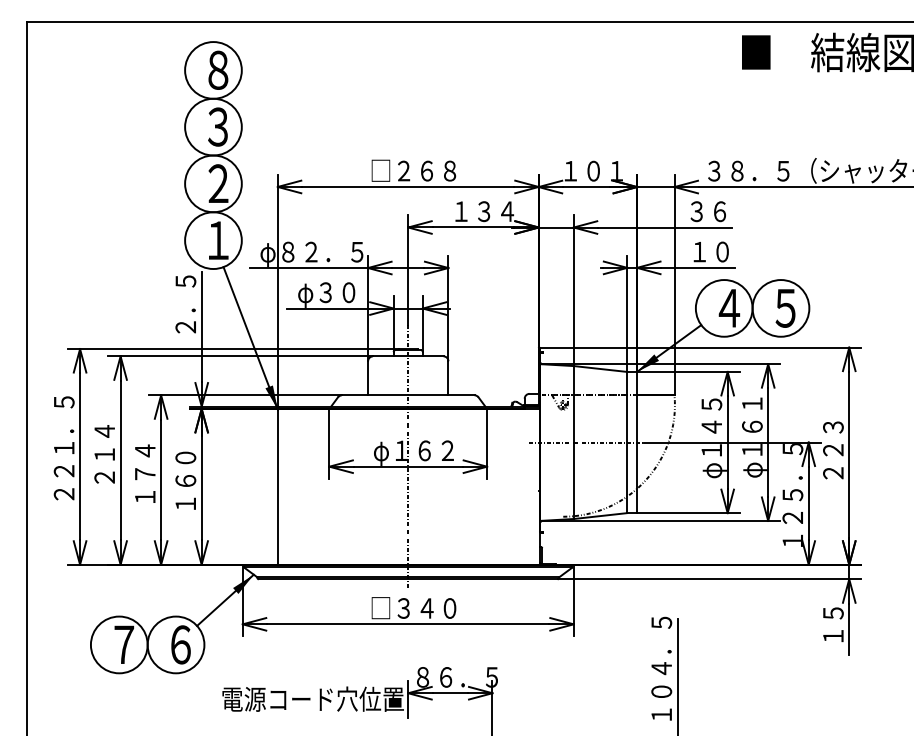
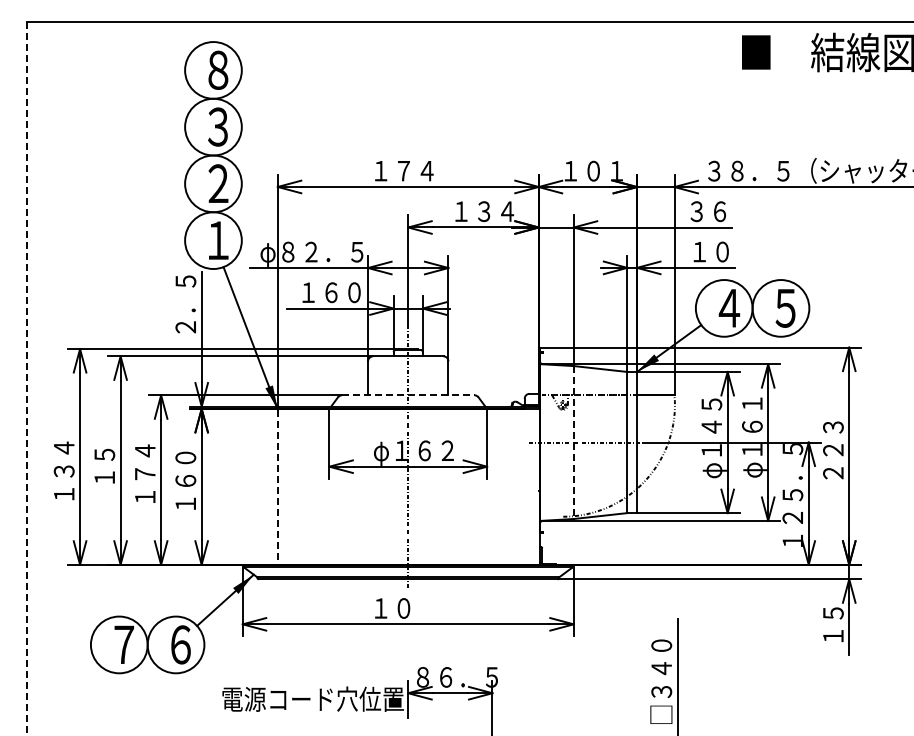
text at (413, 170): □２６８ -> １７４
text at (329, 294): φ３０ -> １６０
line at (27, 379): solid -> dashed
line at (408, 395): solid -> dashed
line at (573, 443): solid -> dashed
text at (63, 448): ２２１．５ -> １３４
text at (104, 454): ２１４ -> １５
line at (277, 487): solid -> dashed
text at (413, 608): □３４０ -> １０
text at (661, 669): １０４．５ -> □３４０
